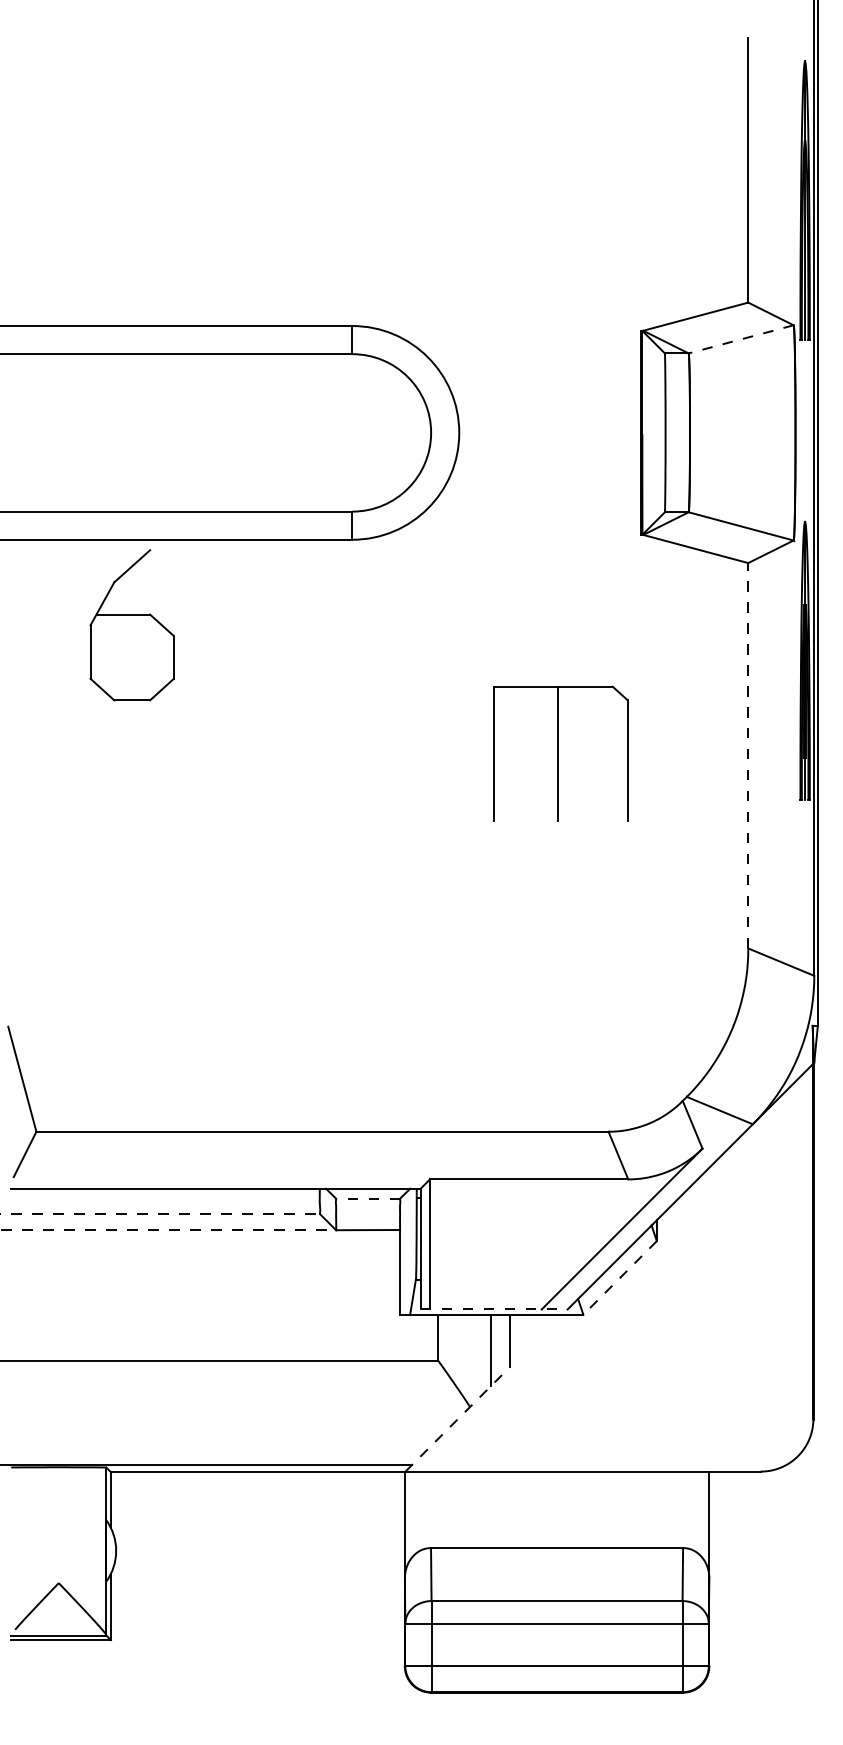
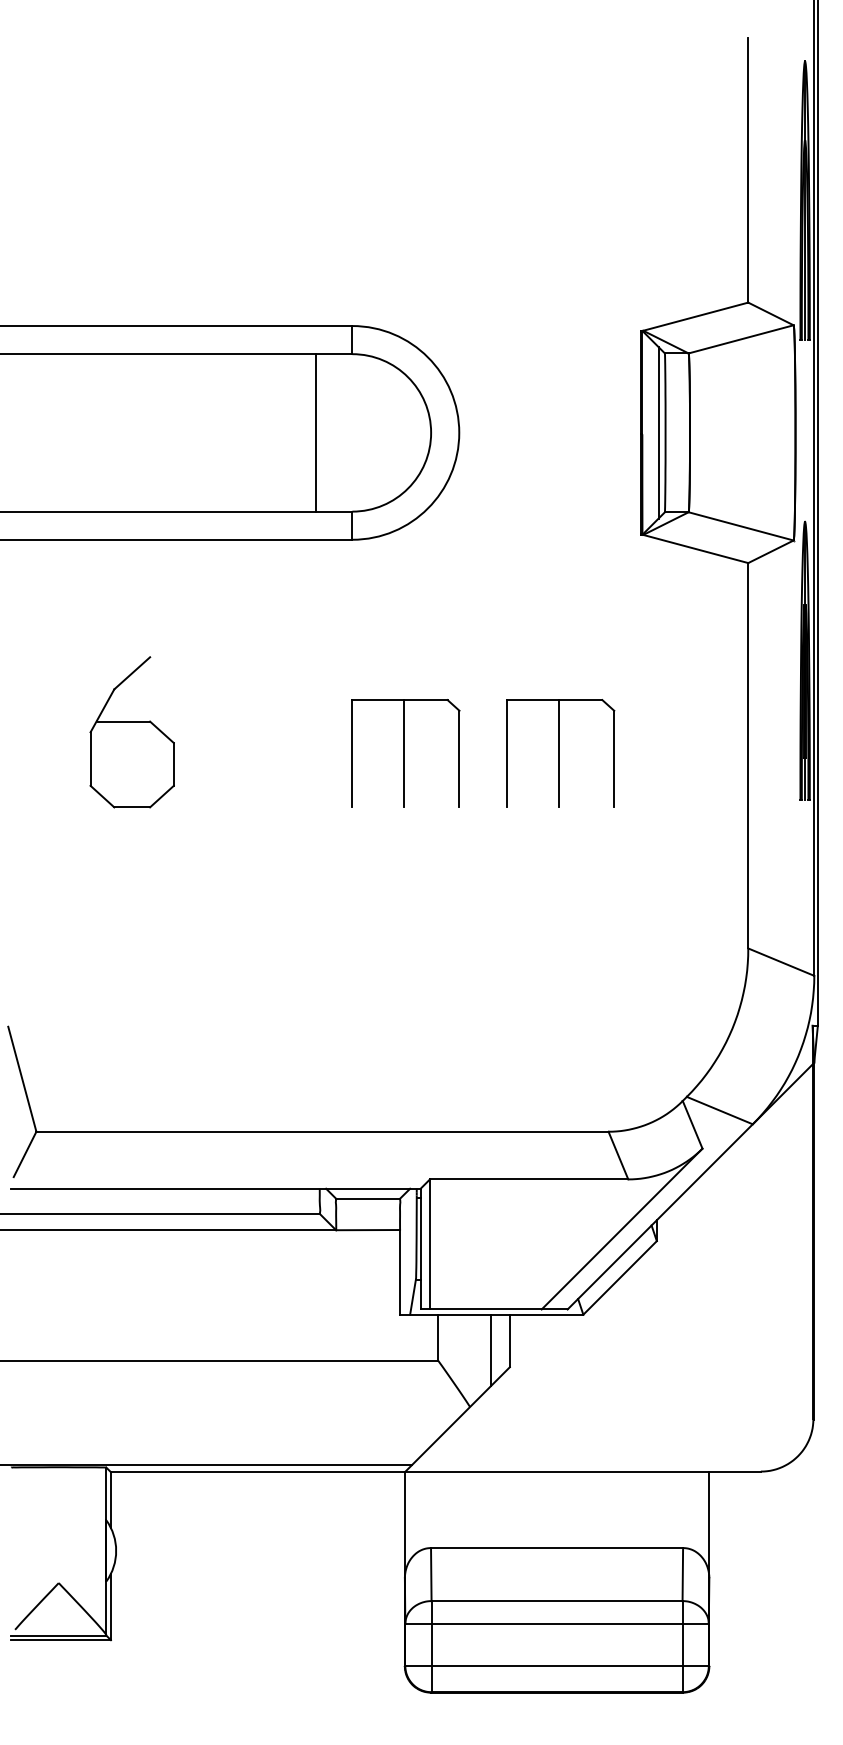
line at (740, 339): dashed -> solid
line at (315, 432): none -> present
line at (658, 432): none -> present
part at (131, 625) position: (131, 625) -> (131, 732)
part at (405, 753): none -> present
part at (560, 753) size: 136x137 px -> 110x109 px
line at (748, 755): dashed -> solid
line at (367, 1198): dashed -> solid
line at (160, 1214): dashed -> solid
line at (168, 1230): dashed -> solid
line at (620, 1277): dashed -> solid
line at (494, 1309): dashed -> solid
line at (457, 1419): dashed -> solid
